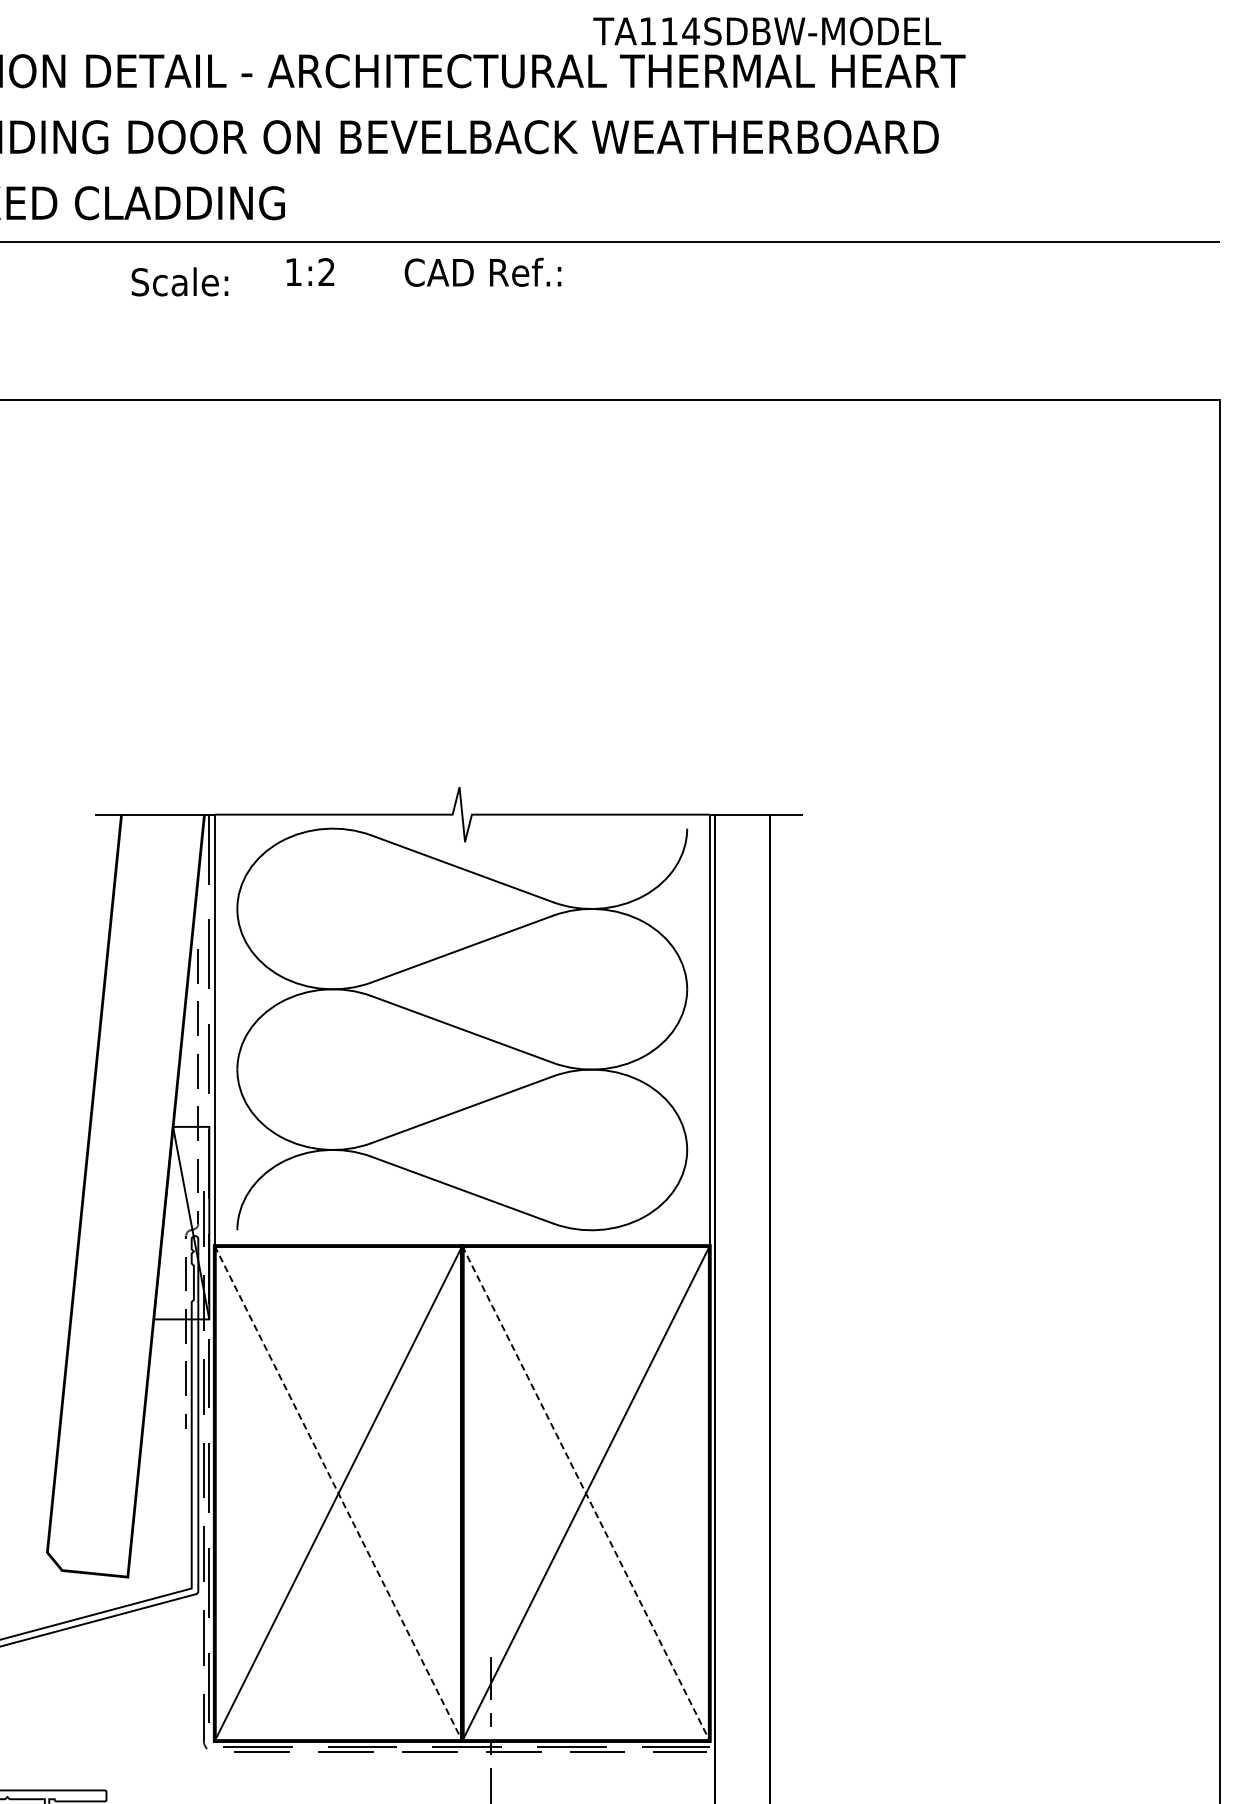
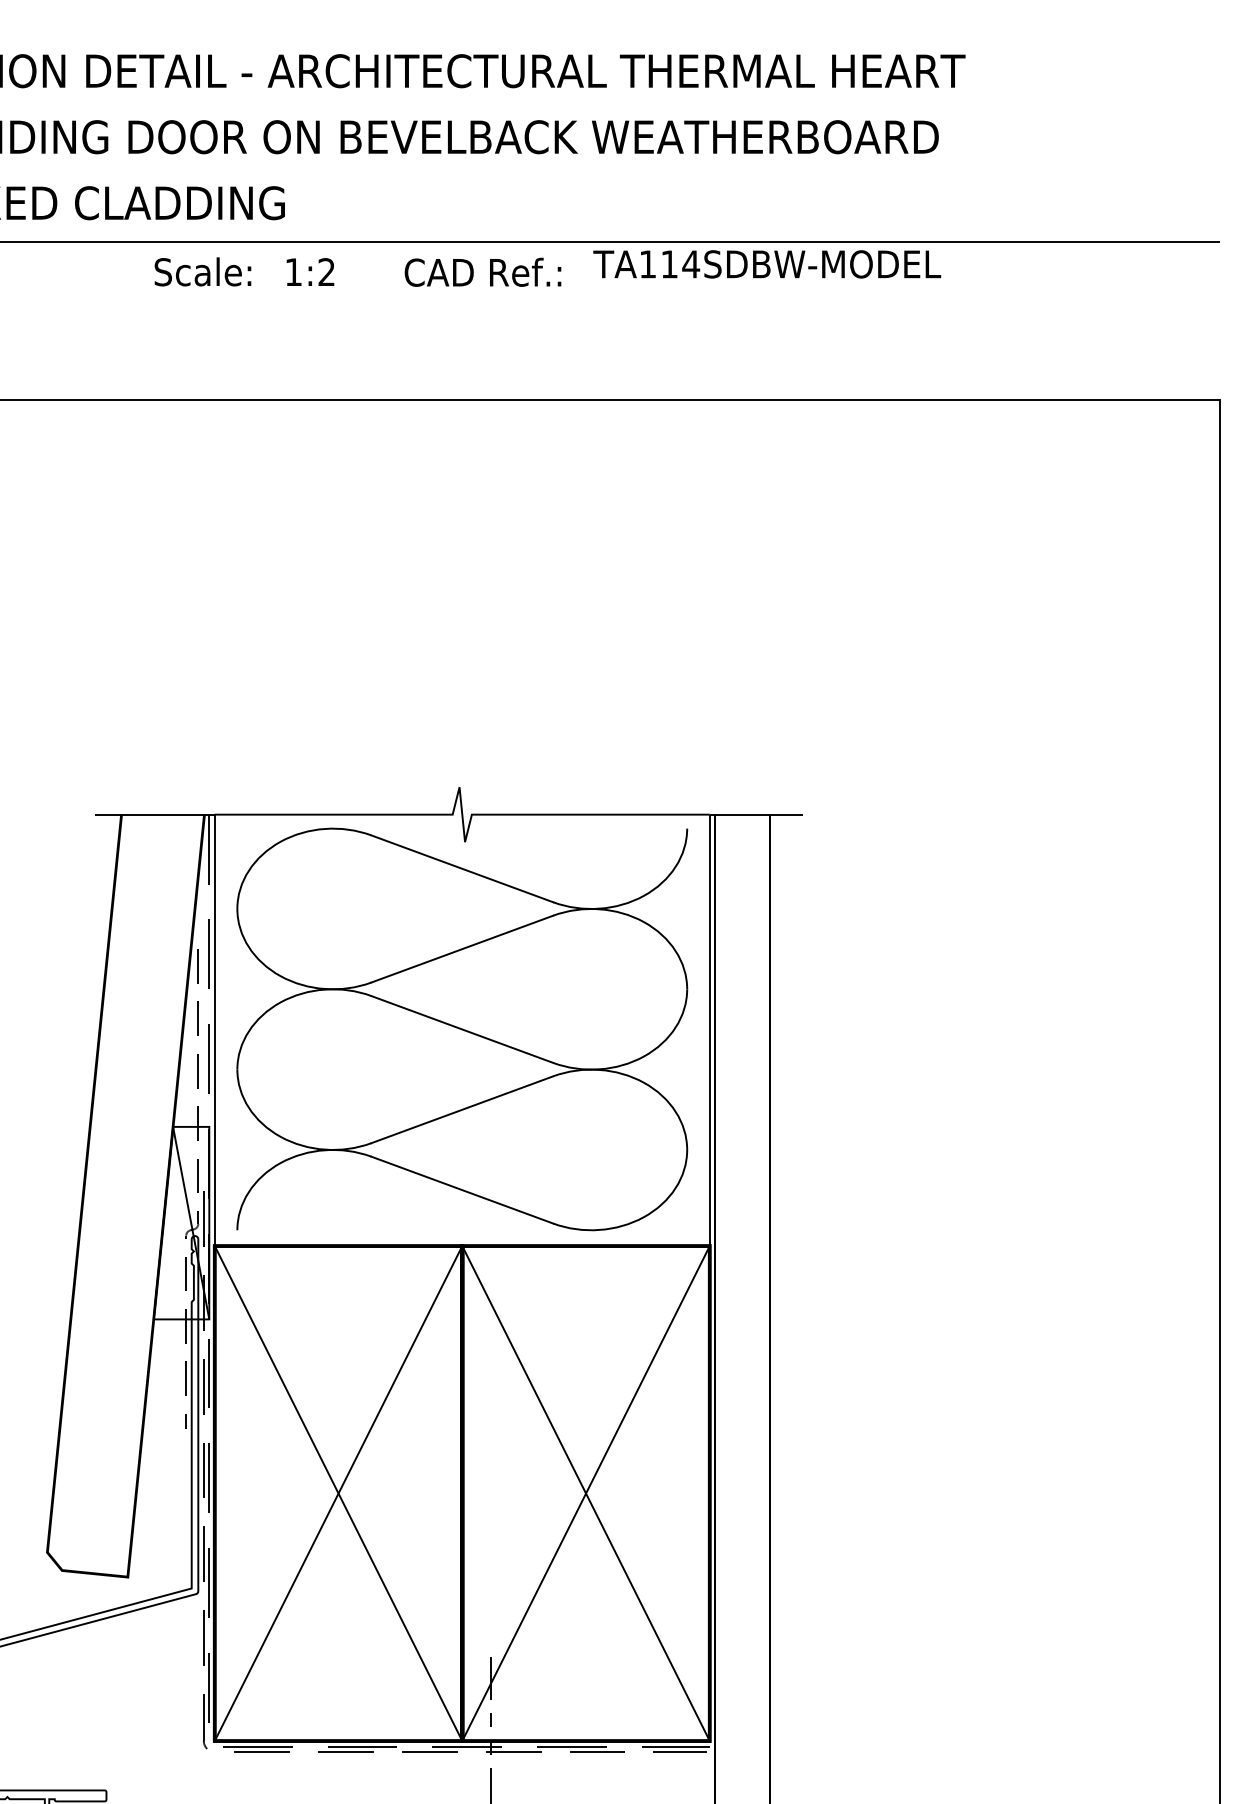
text at (767, 31) position: (767, 31) -> (767, 264)
text at (179, 281) position: (179, 281) -> (202, 271)
line at (338, 1493): dashed -> solid
line at (586, 1493): dashed -> solid
